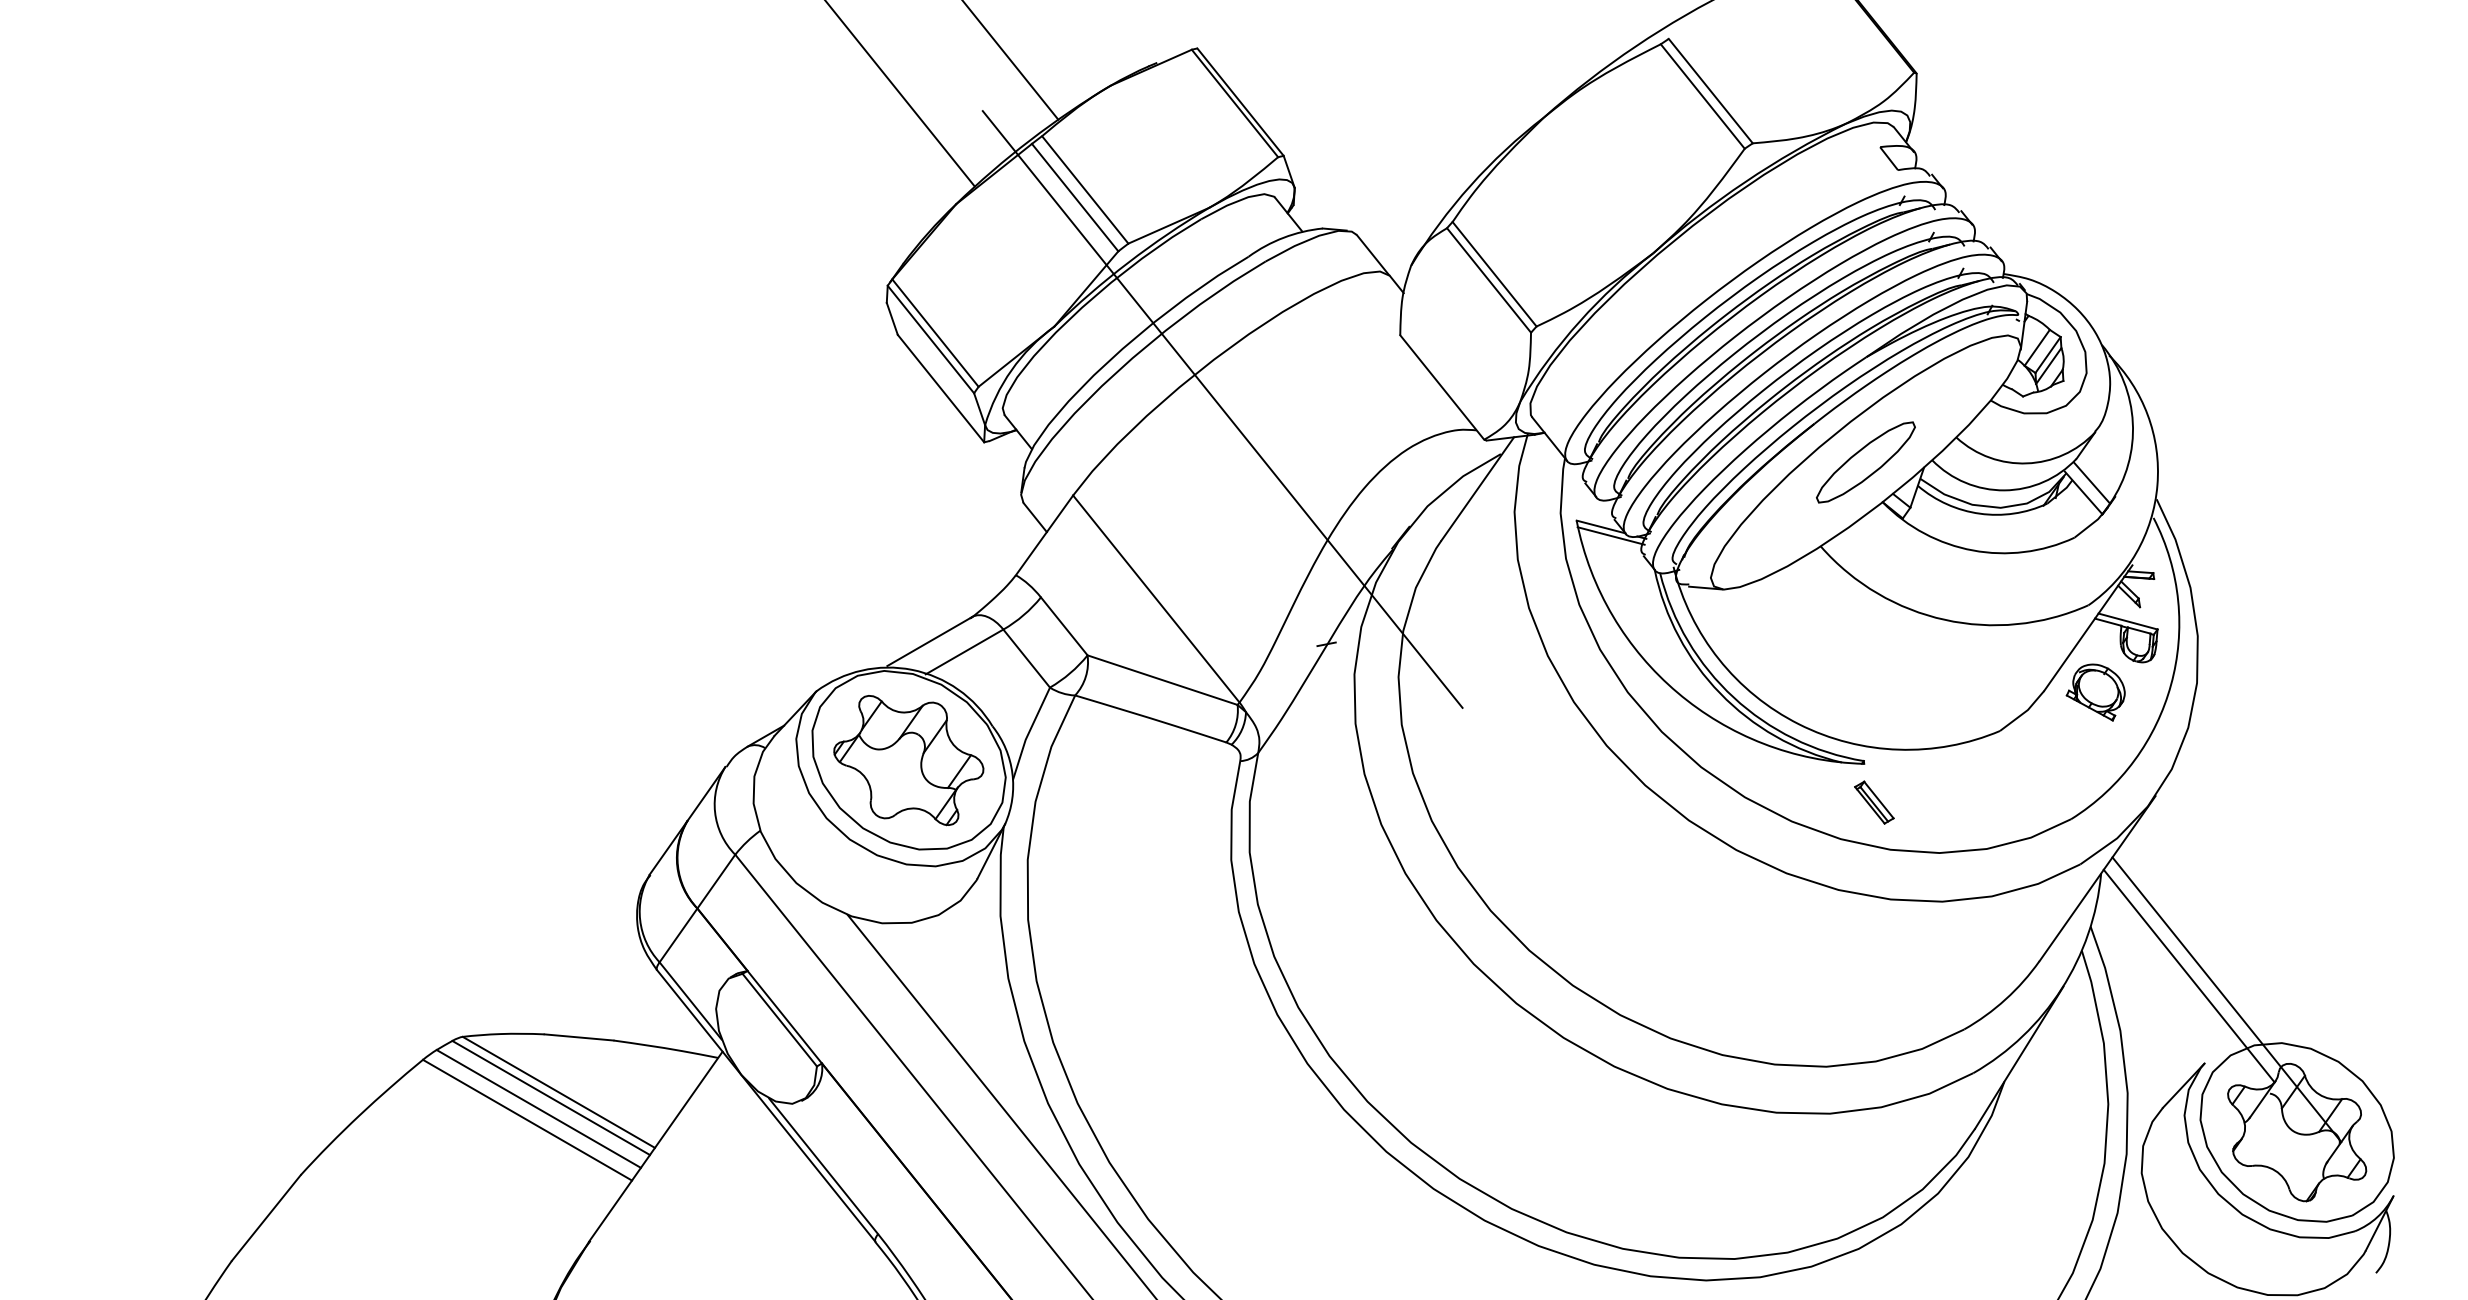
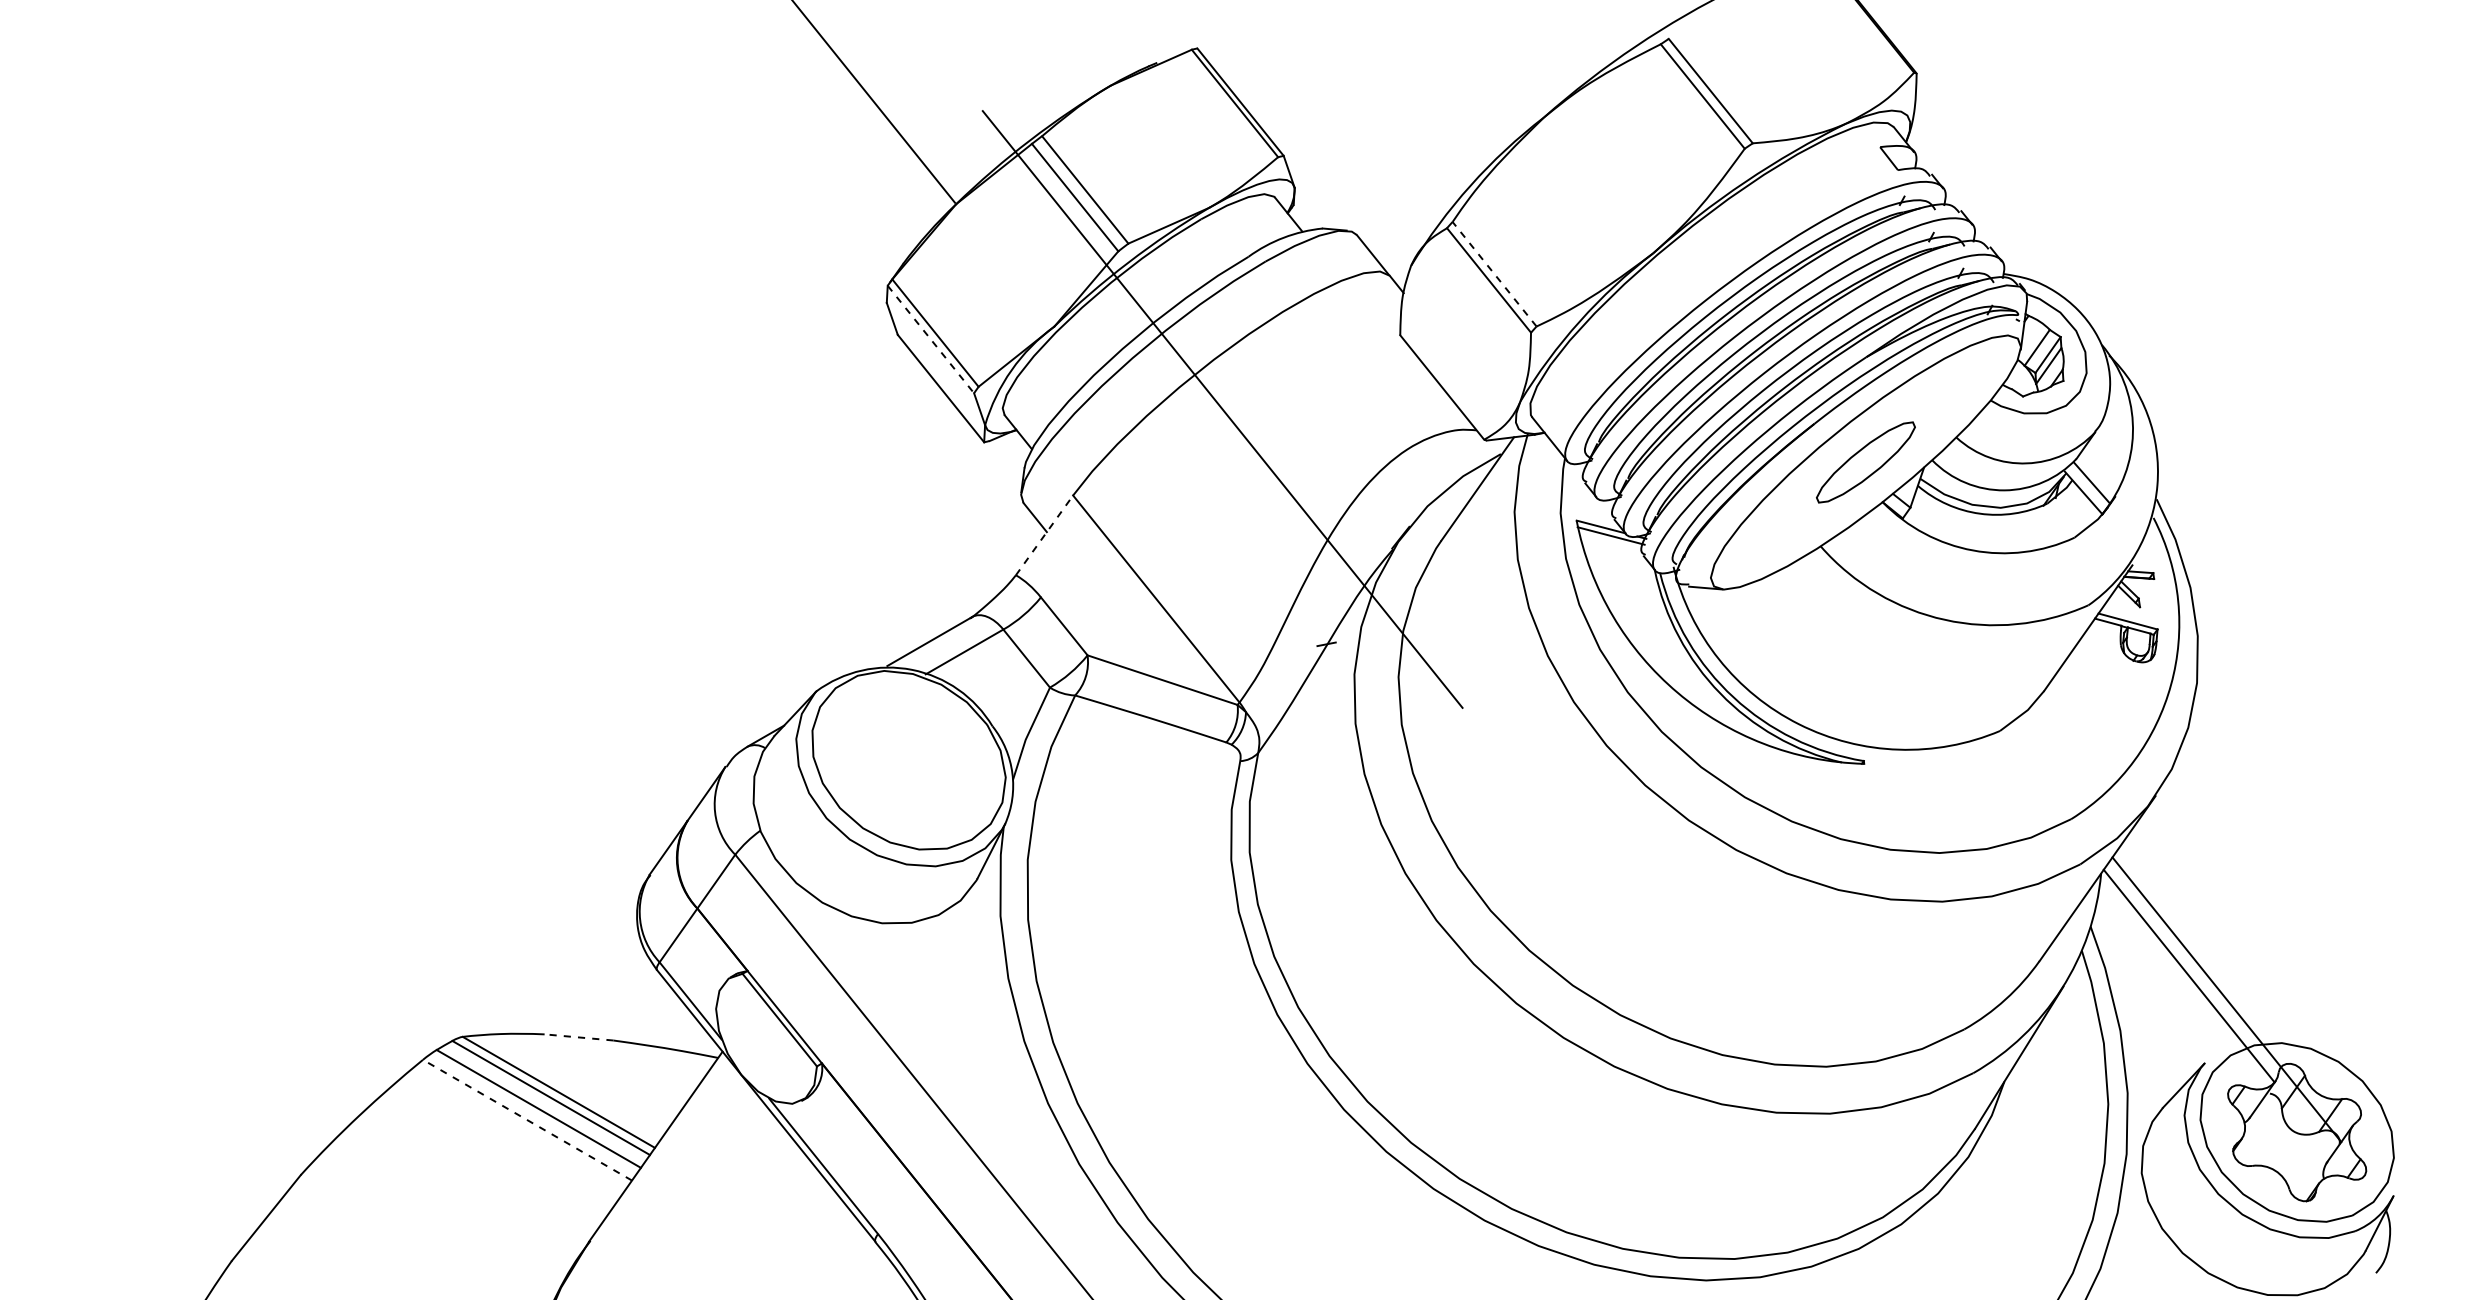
line at (1011, 60): present -> none
line at (900, 94) position: (900, 94) -> (873, 102)
line at (1494, 273): solid -> dashed
line at (930, 339): solid -> dashed
line at (1044, 534): solid -> dashed
part at (2095, 692): present -> none
part at (908, 760): present -> none
part at (1874, 802): present -> none
line at (579, 1037): solid -> dashed
line at (1000, 1105): present -> none
line at (527, 1120): solid -> dashed
